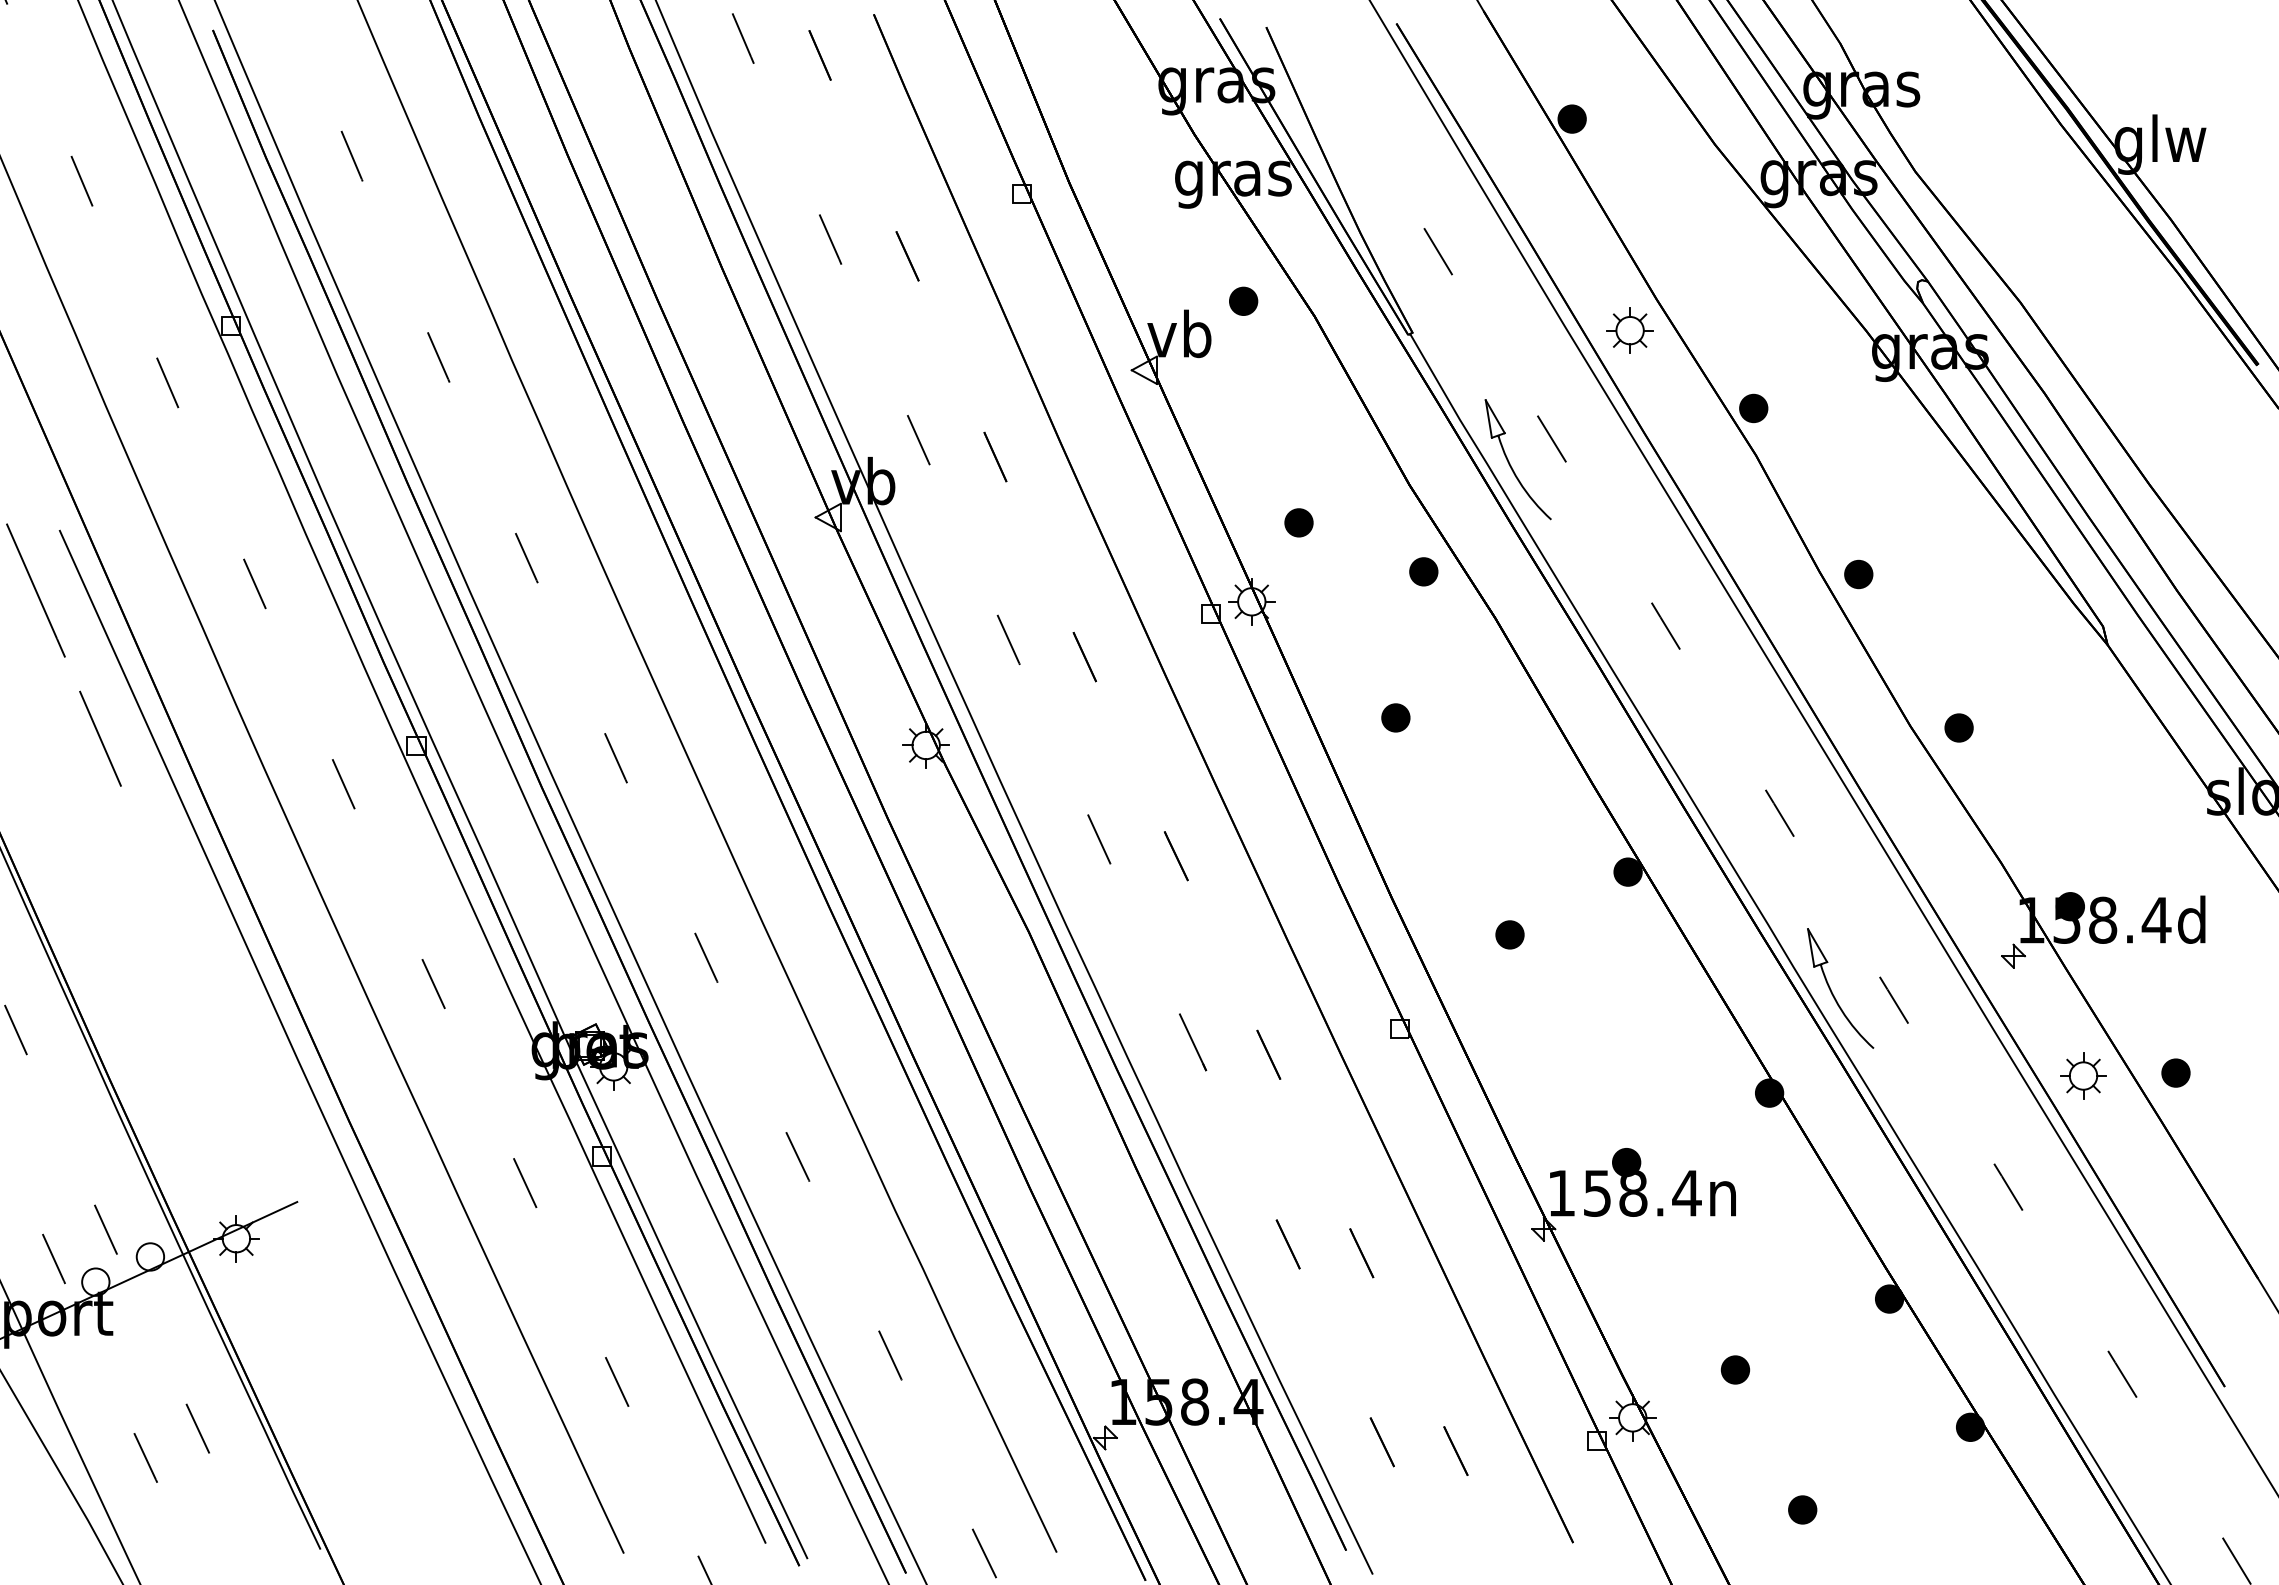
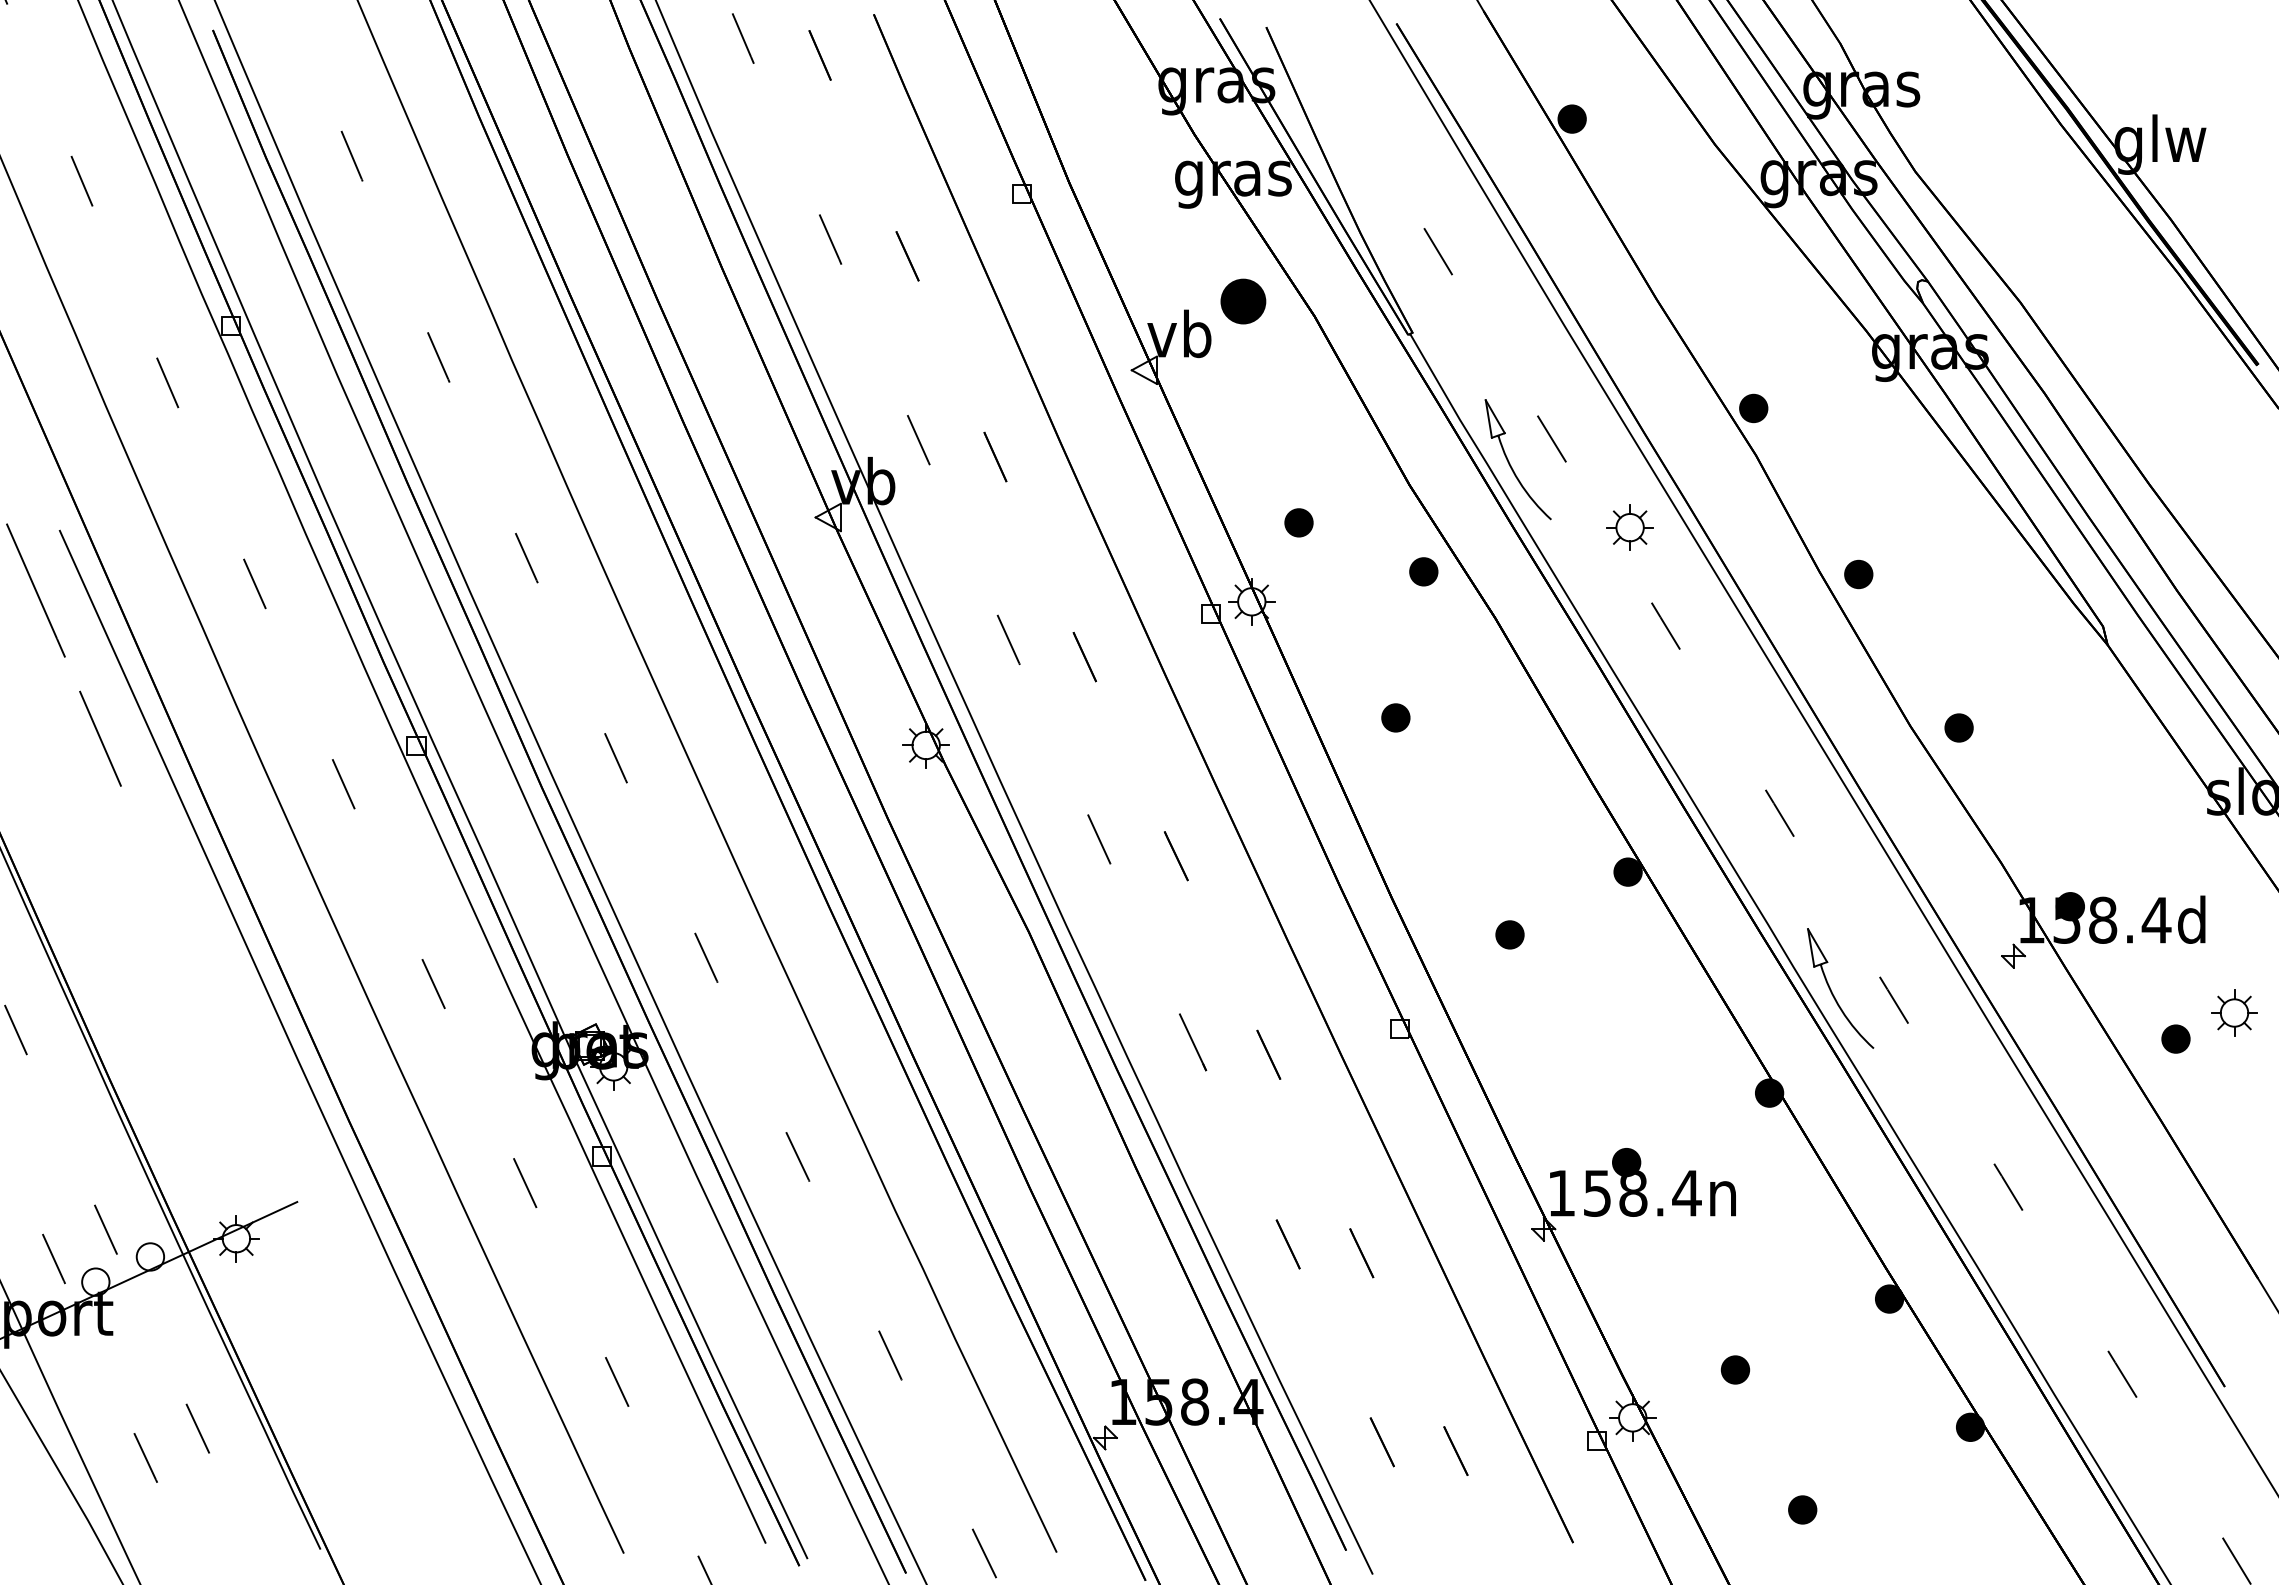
part at (1243, 300) size: 30x30 px -> 47x47 px
part at (1629, 330) position: (1629, 330) -> (1629, 527)
part at (2175, 1072) position: (2175, 1072) -> (2175, 1038)
part at (2083, 1075) position: (2083, 1075) -> (2234, 1012)
